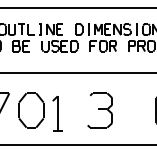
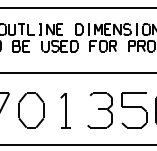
part at (134, 110): none -> present
part at (57, 113) position: (57, 113) -> (65, 110)
